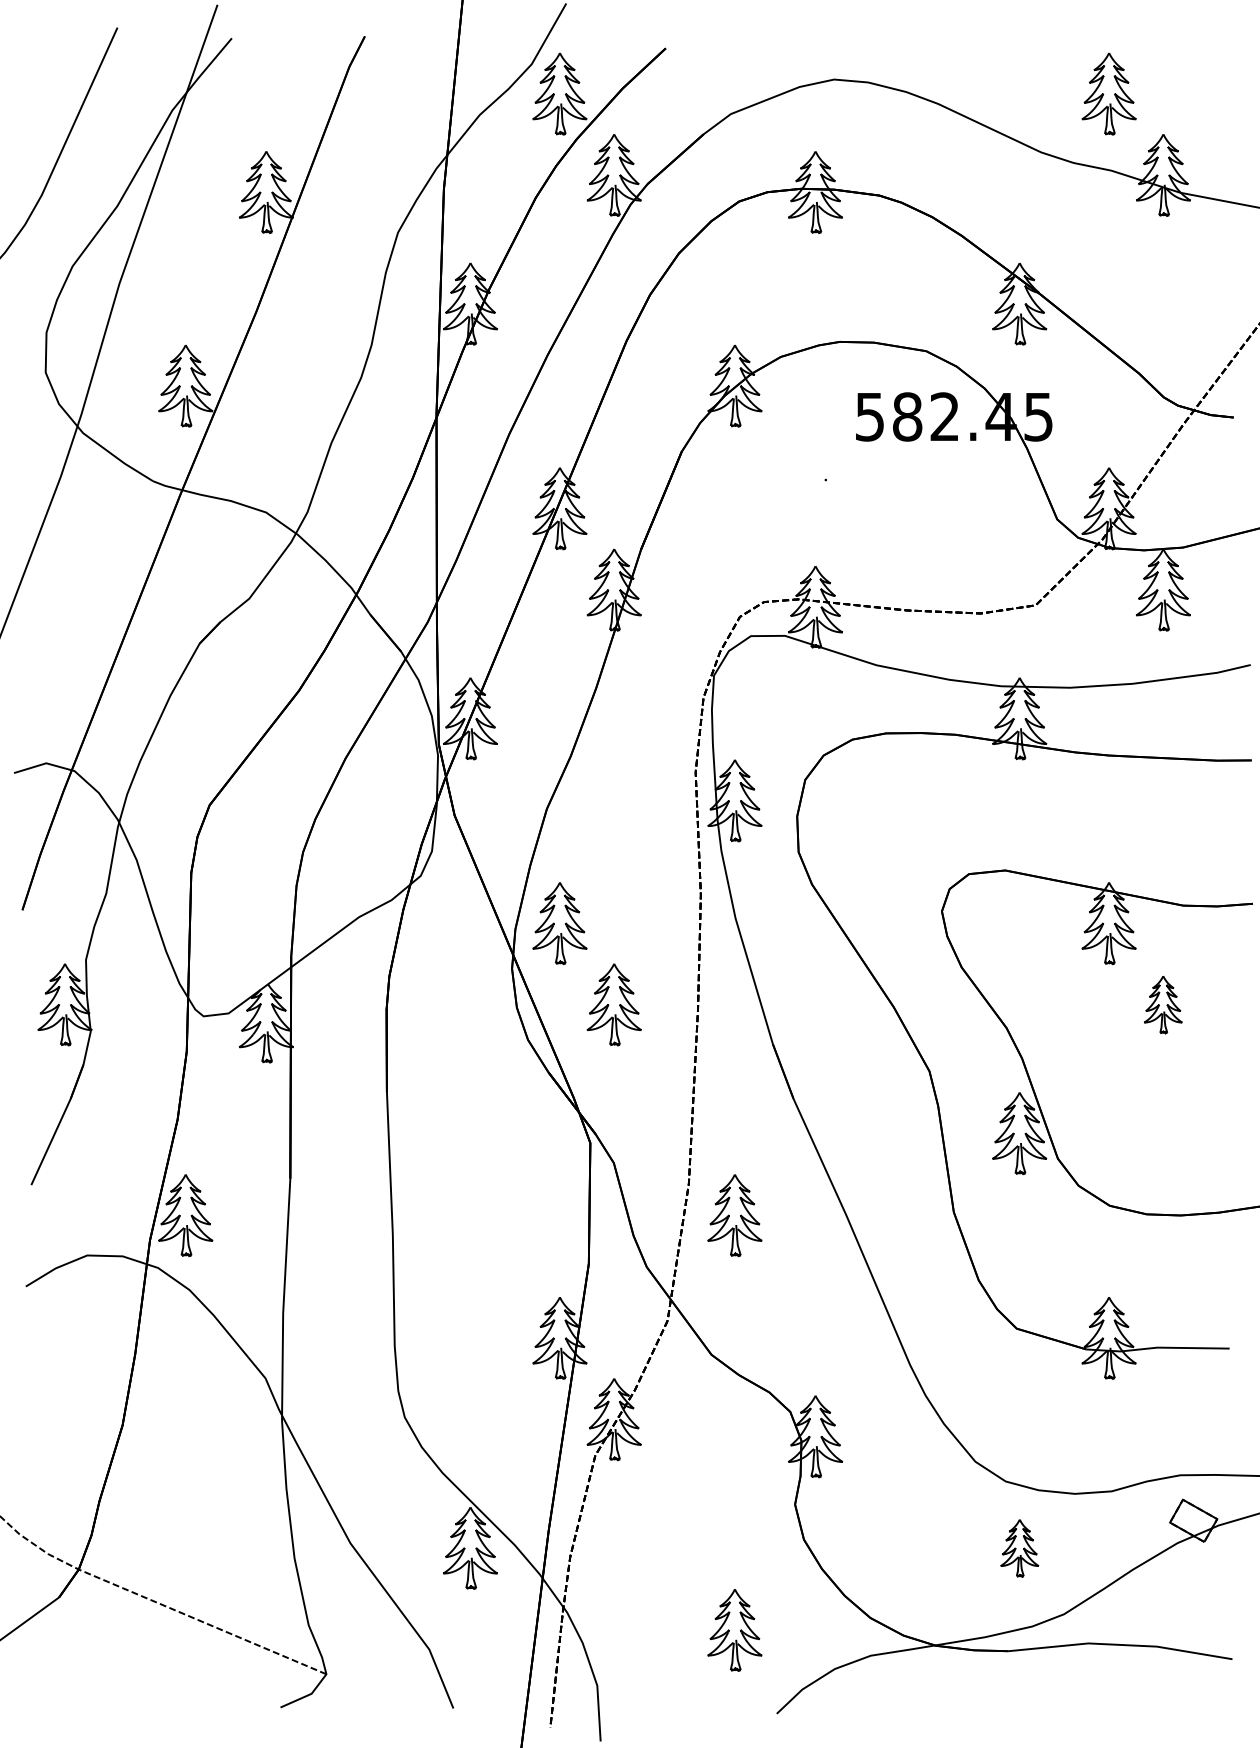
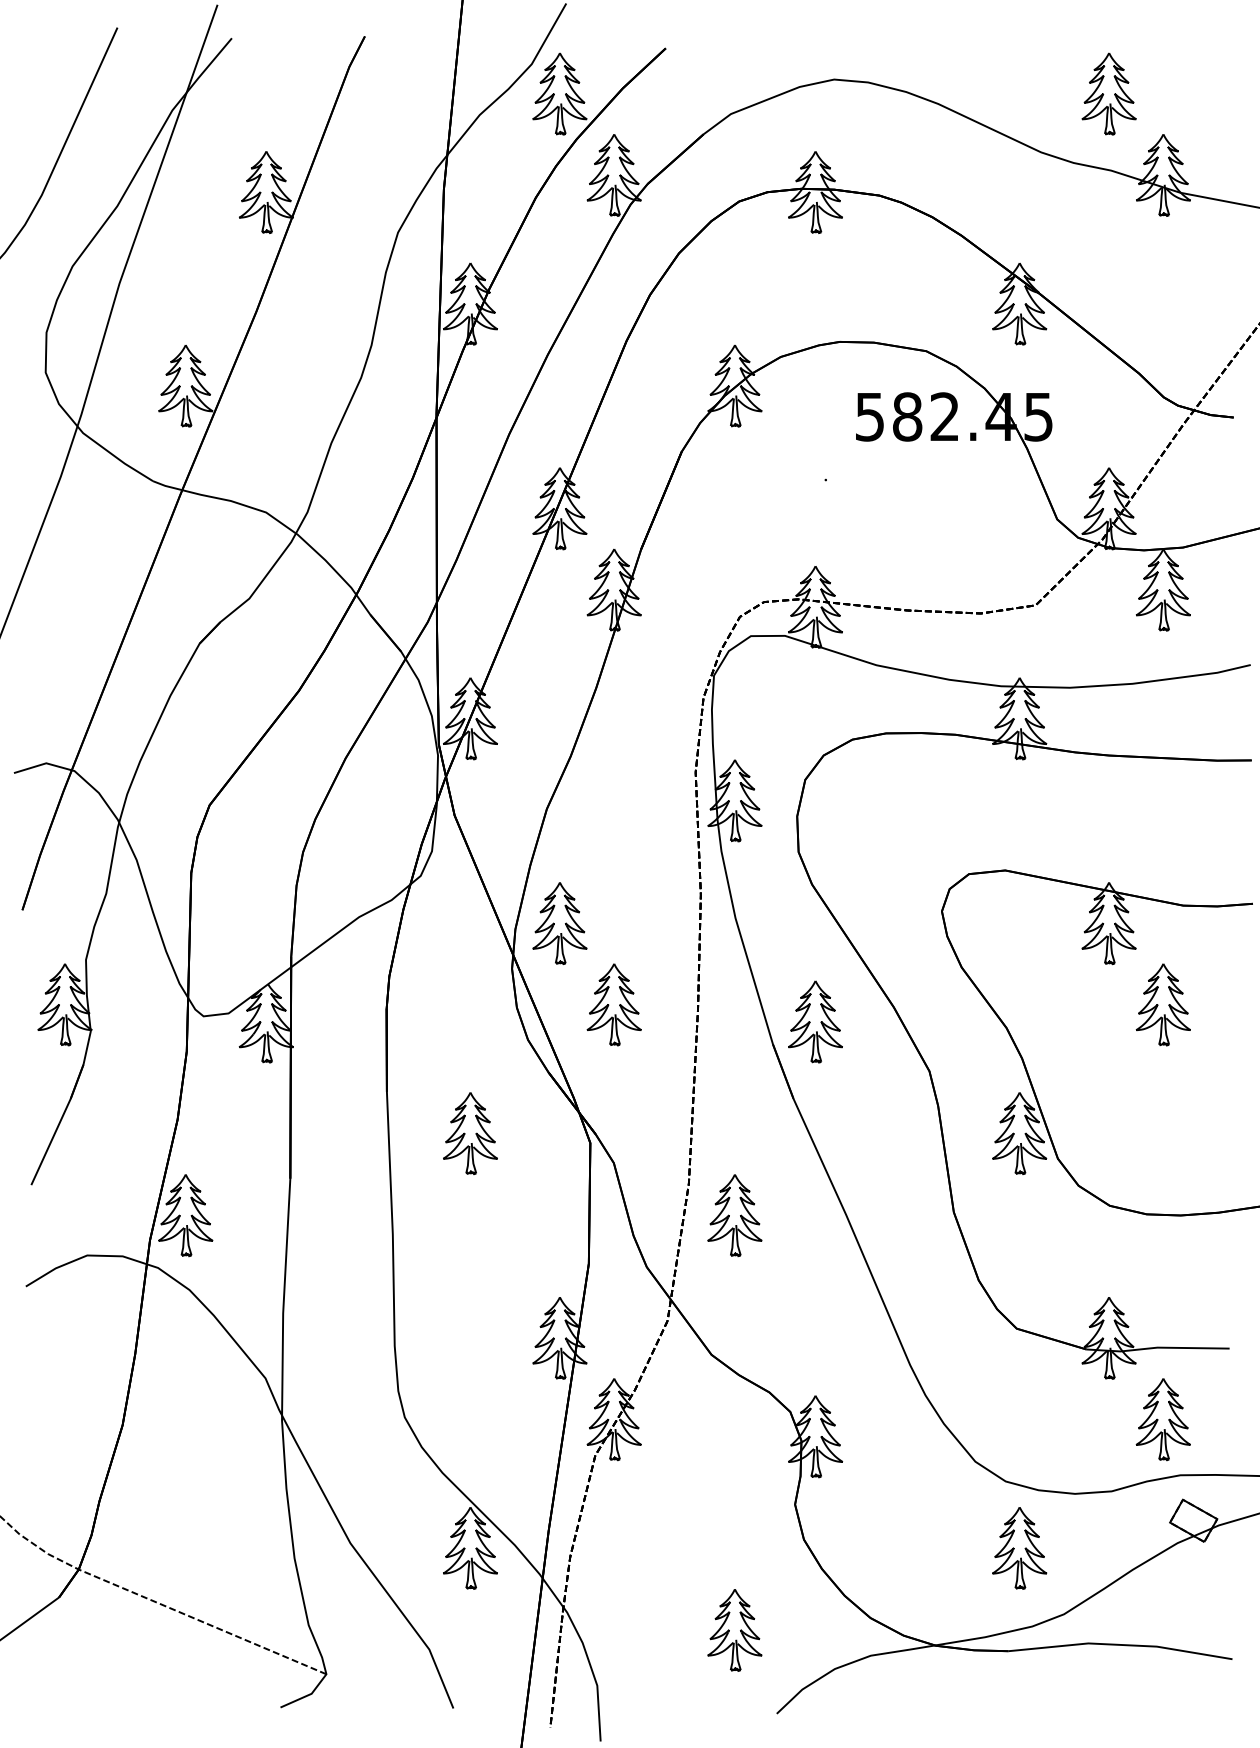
part at (1163, 1005) size: 39x59 px -> 56x84 px
part at (815, 1021): none -> present
part at (470, 1133): none -> present
part at (1162, 1419): none -> present
part at (1019, 1548) size: 40x59 px -> 56x83 px
